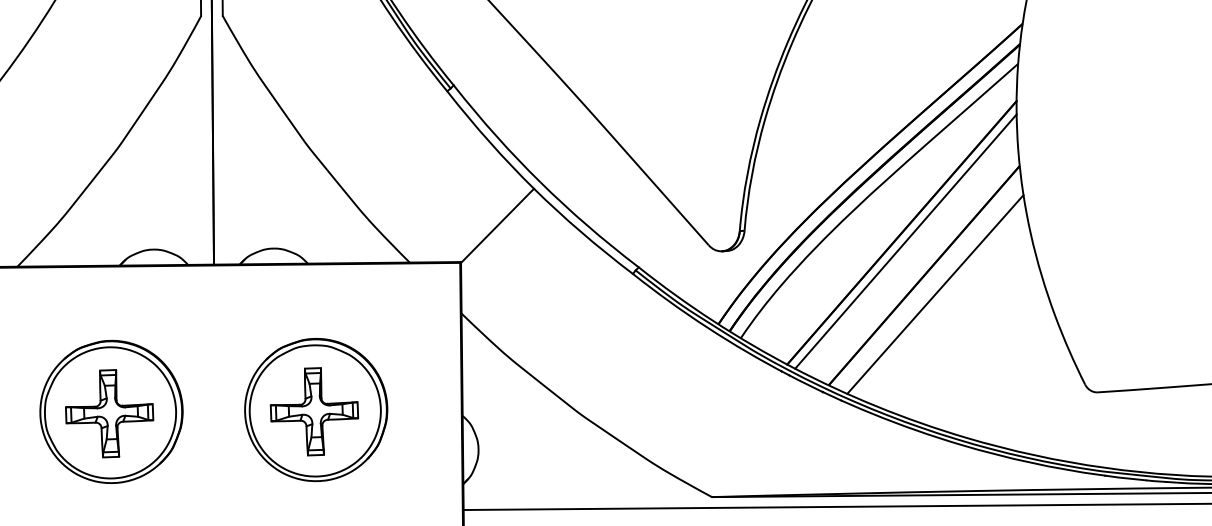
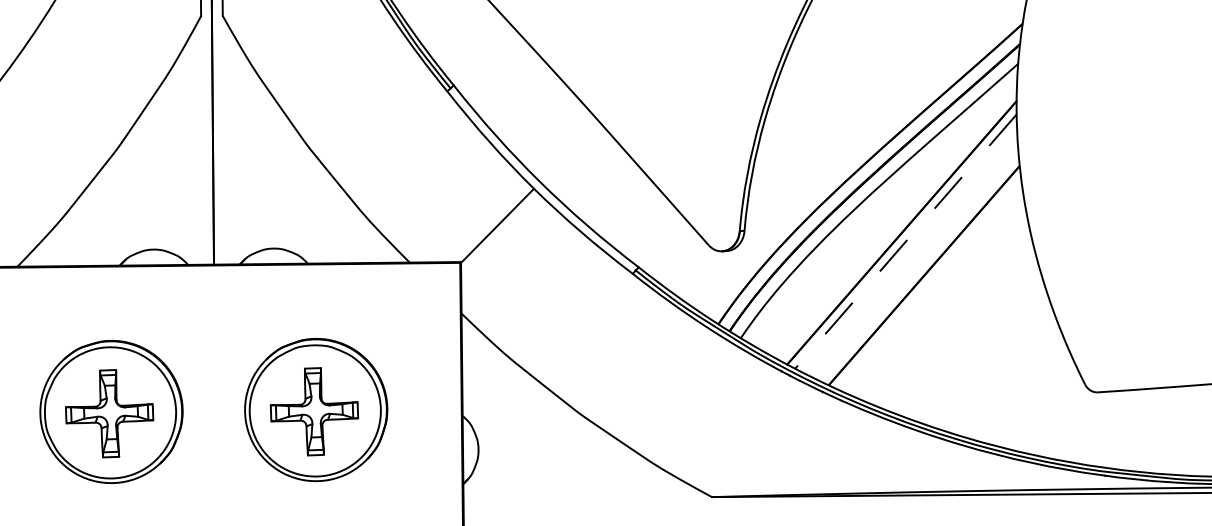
line at (905, 241): solid -> dashed
line at (935, 294): present -> none
line at (835, 506): present -> none
